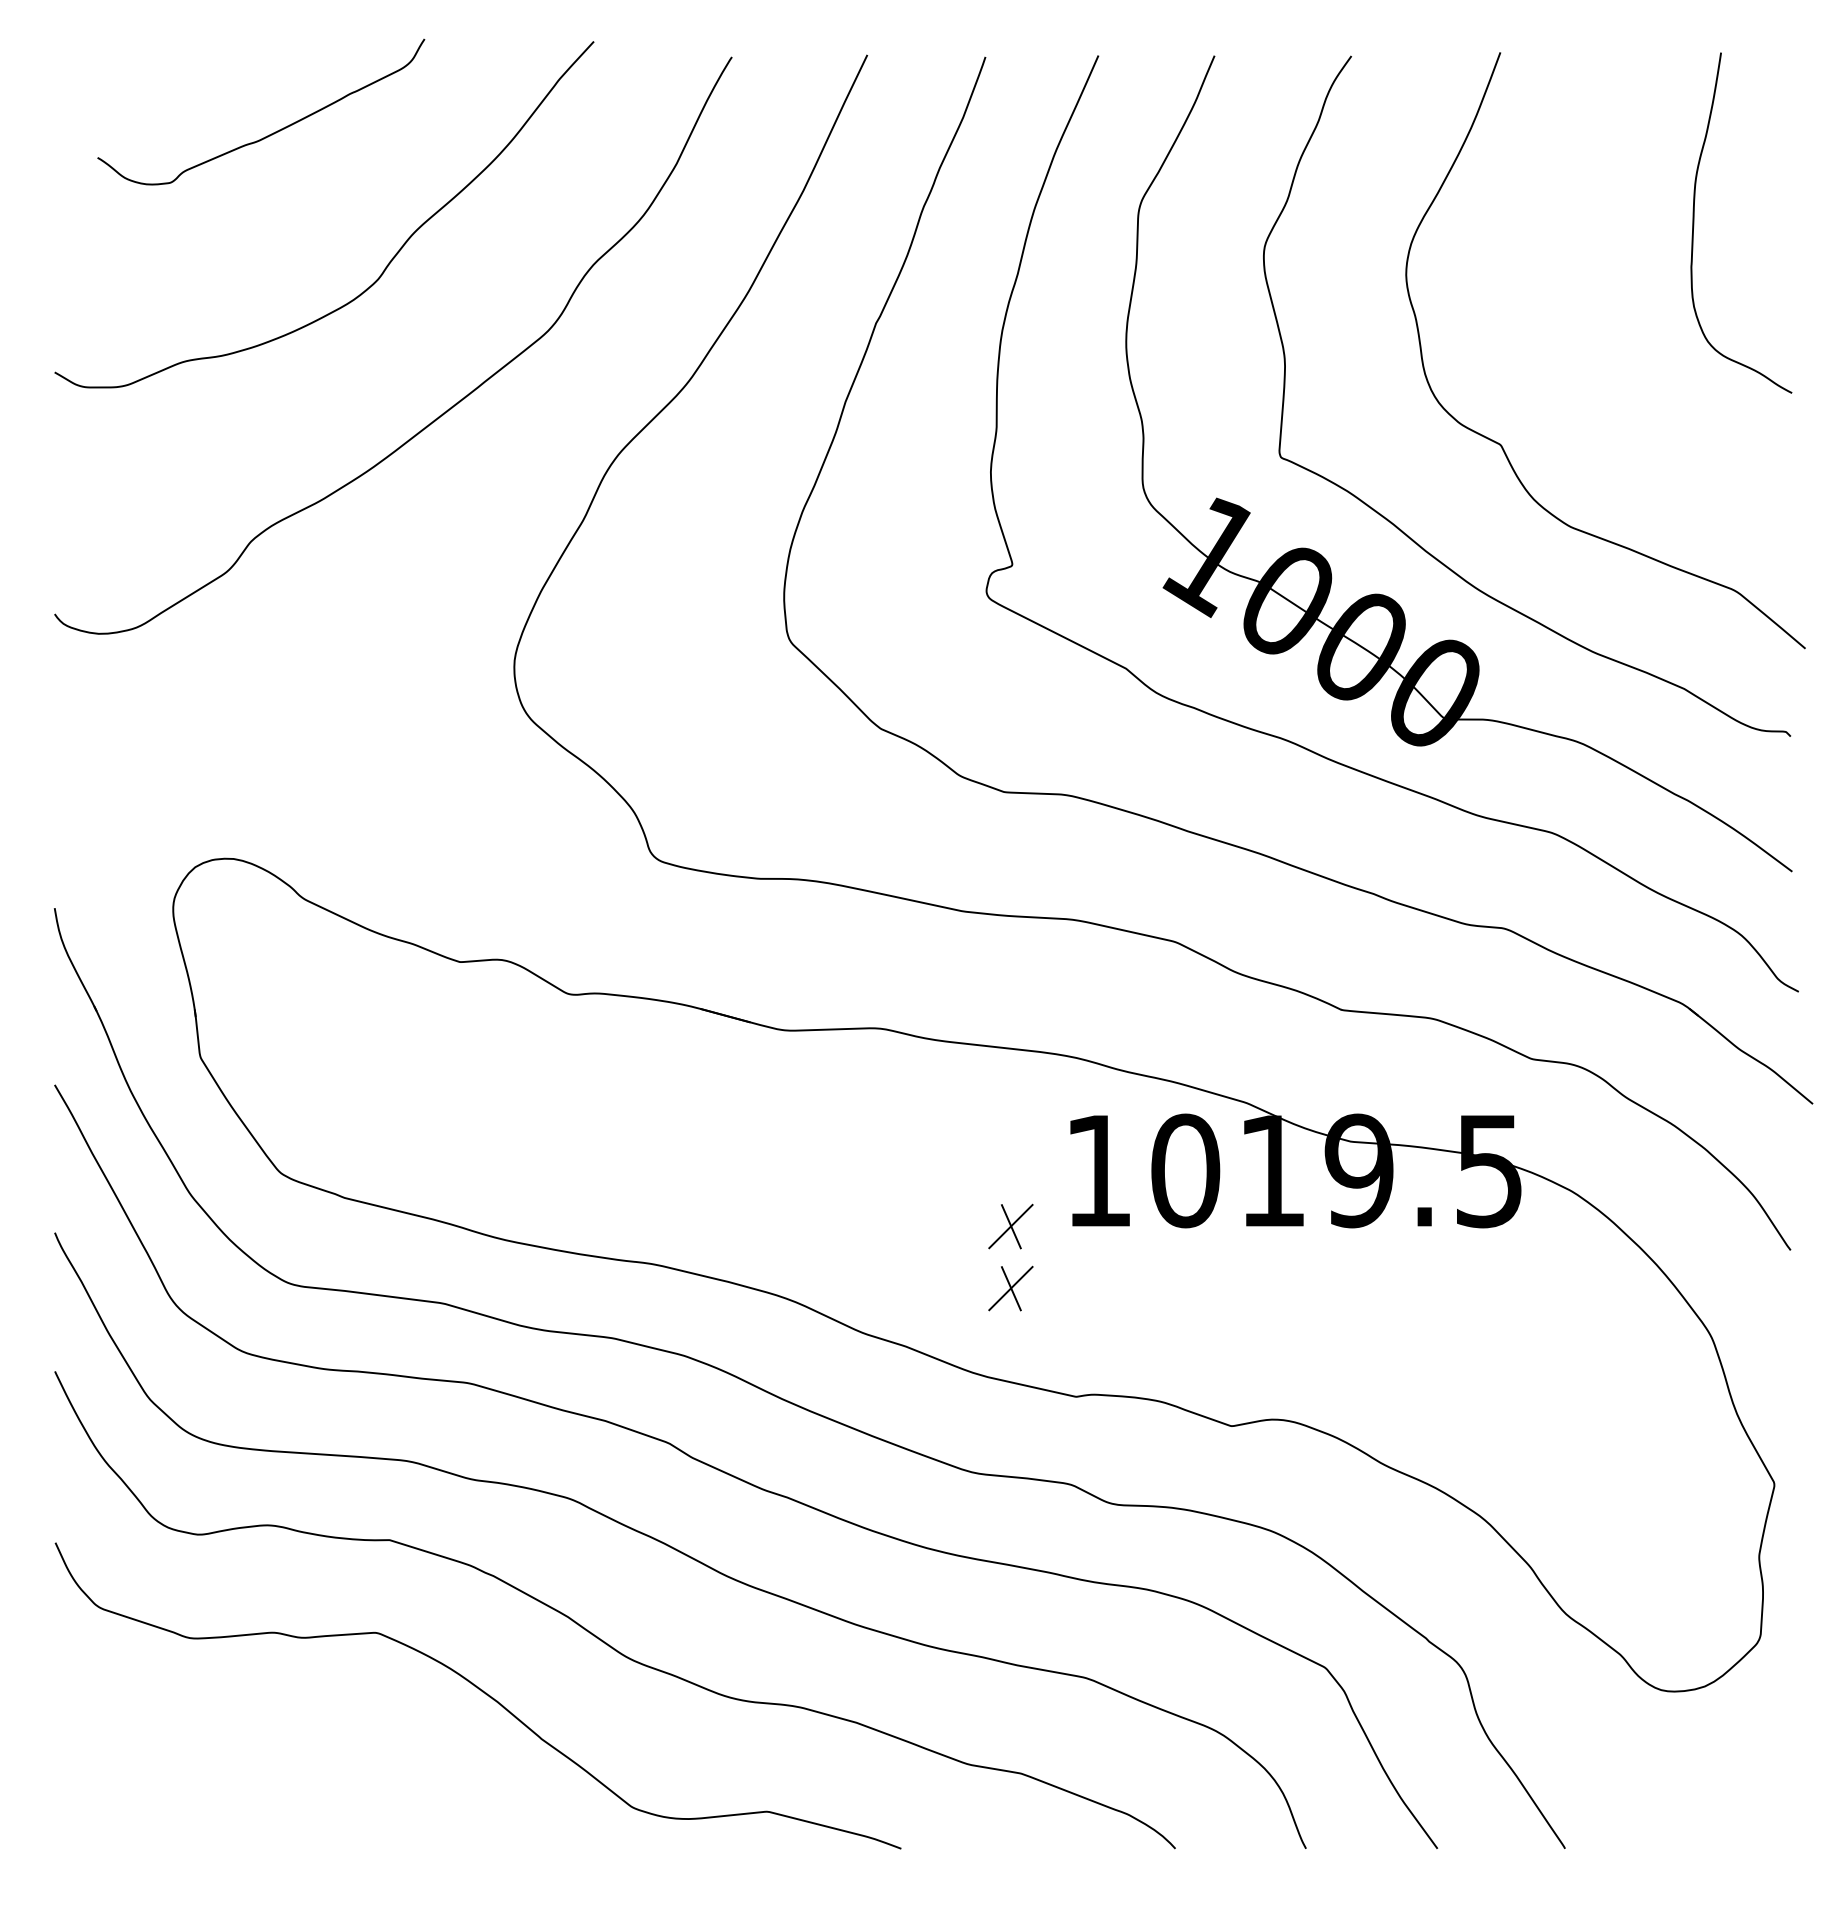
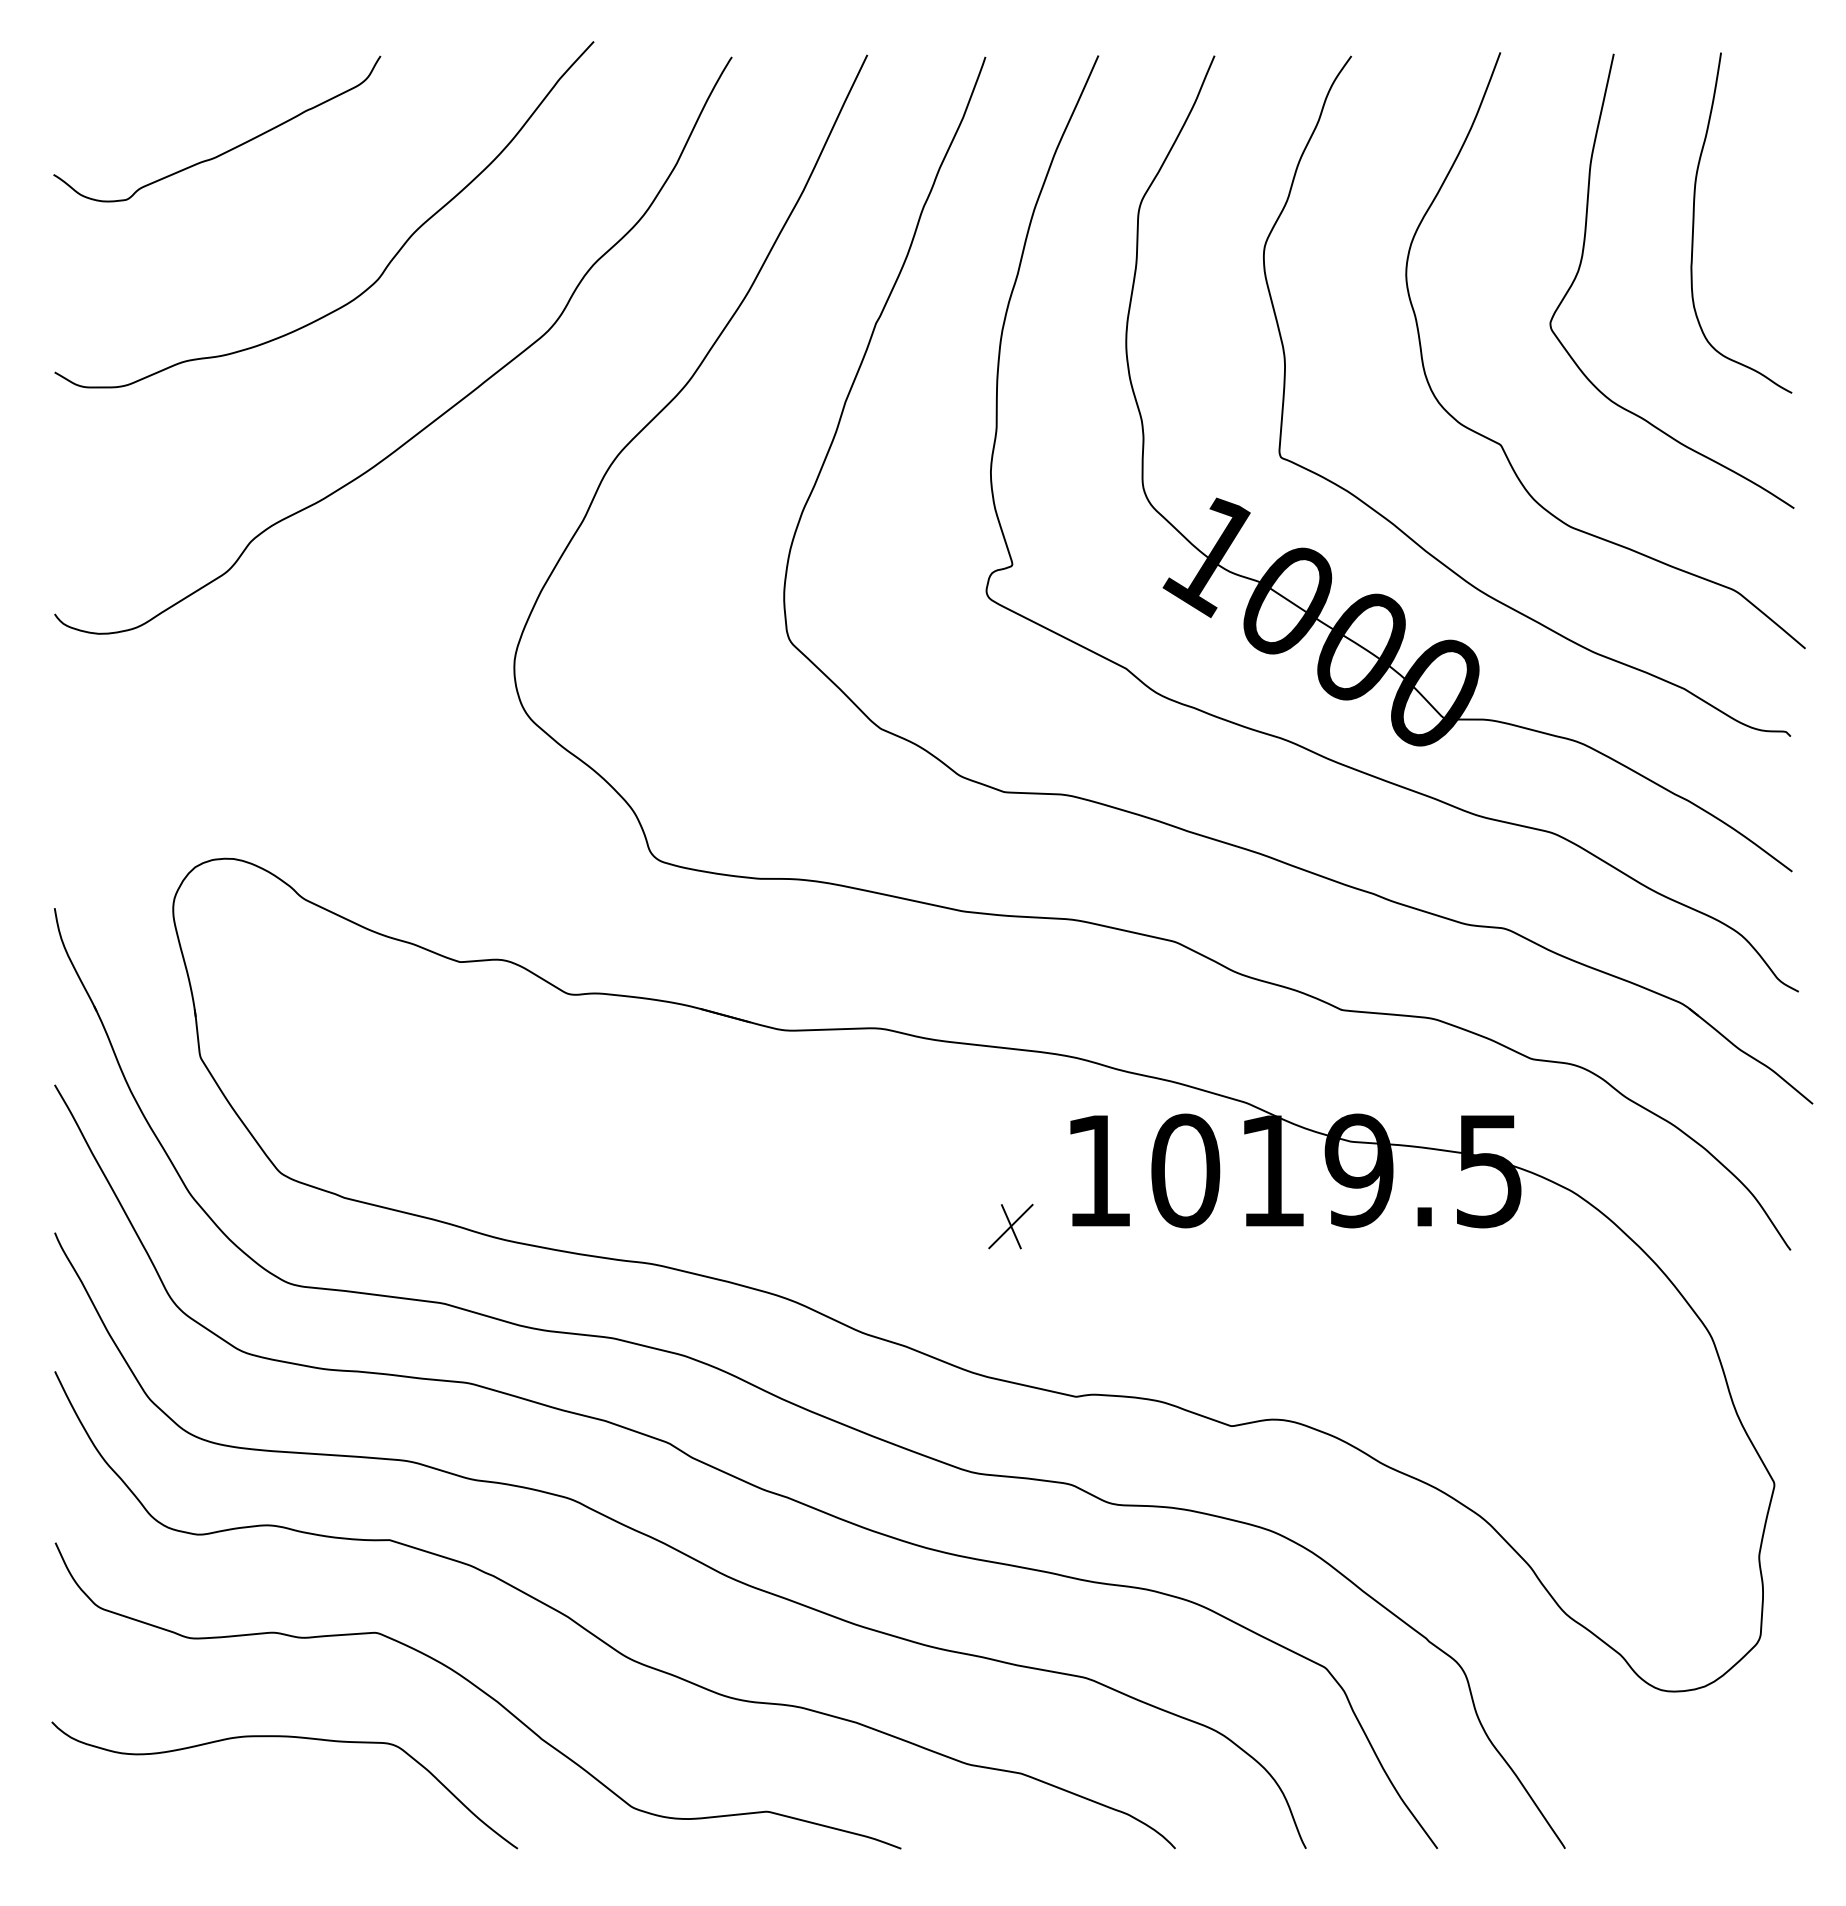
curve at (271, 133) position: (271, 133) -> (227, 150)
curve at (1583, 256): none -> present
part at (1010, 1288): present -> none
curve at (284, 1737): none -> present
